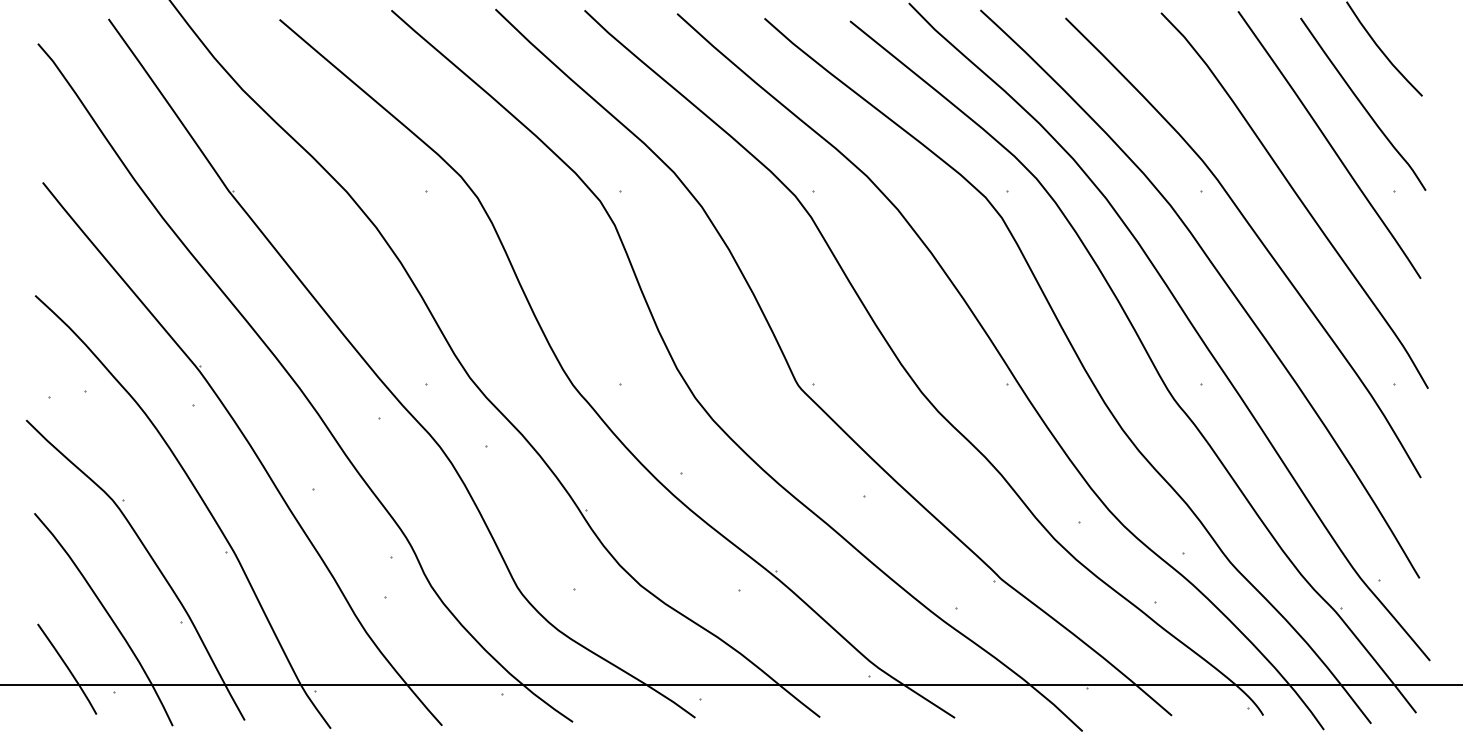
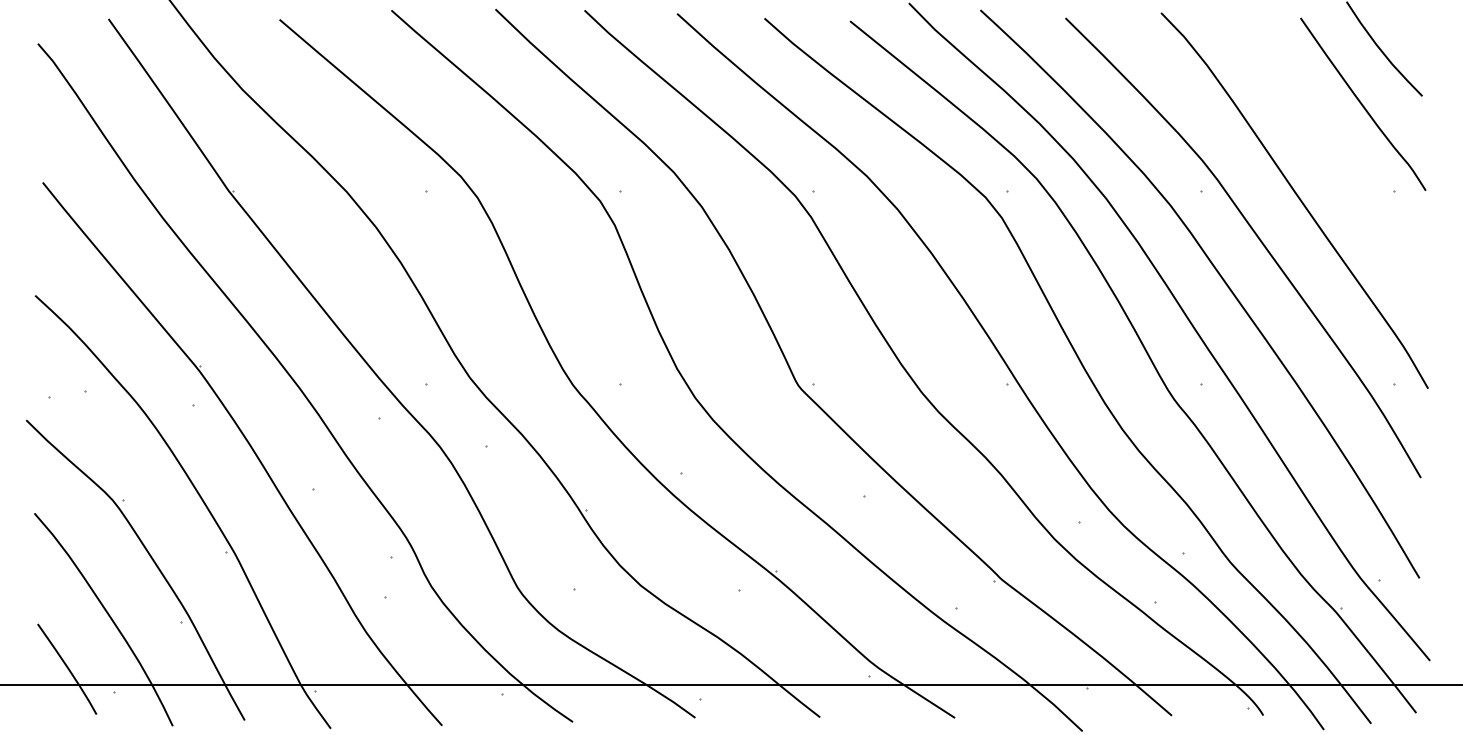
curve at (1329, 144): present -> none
